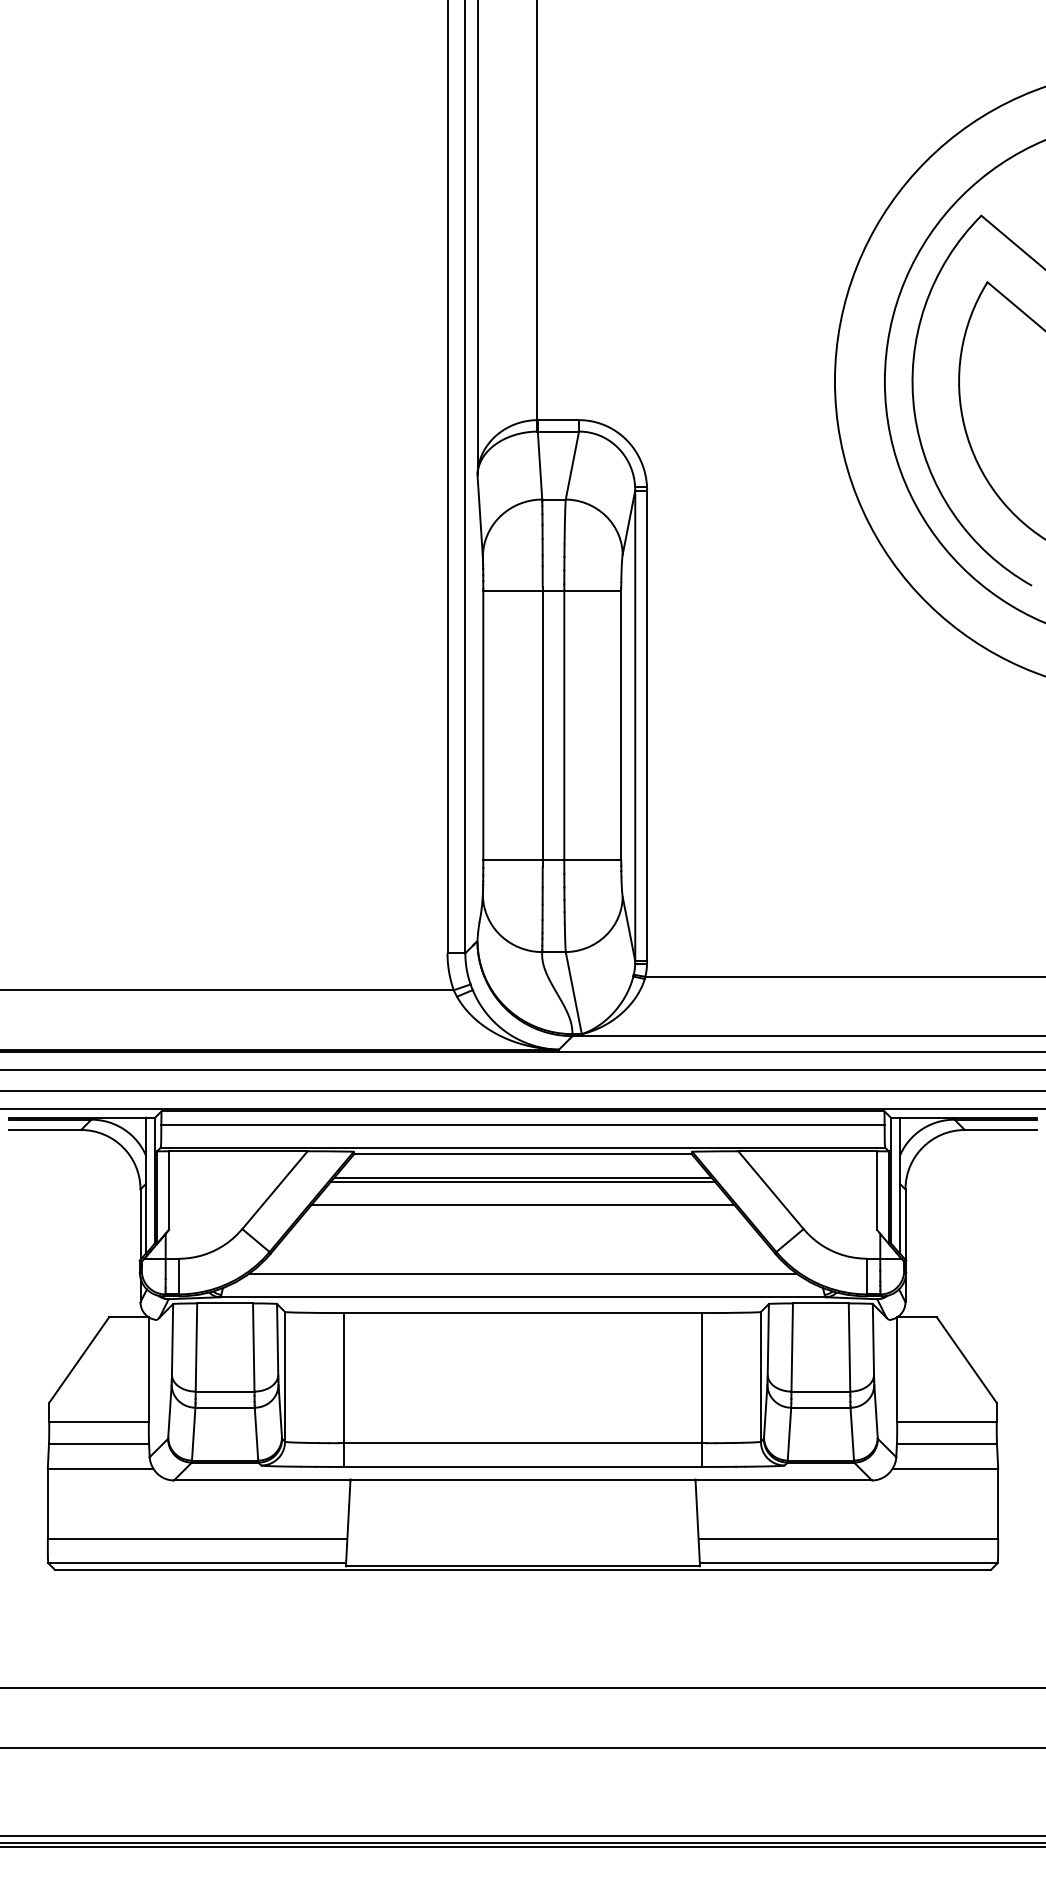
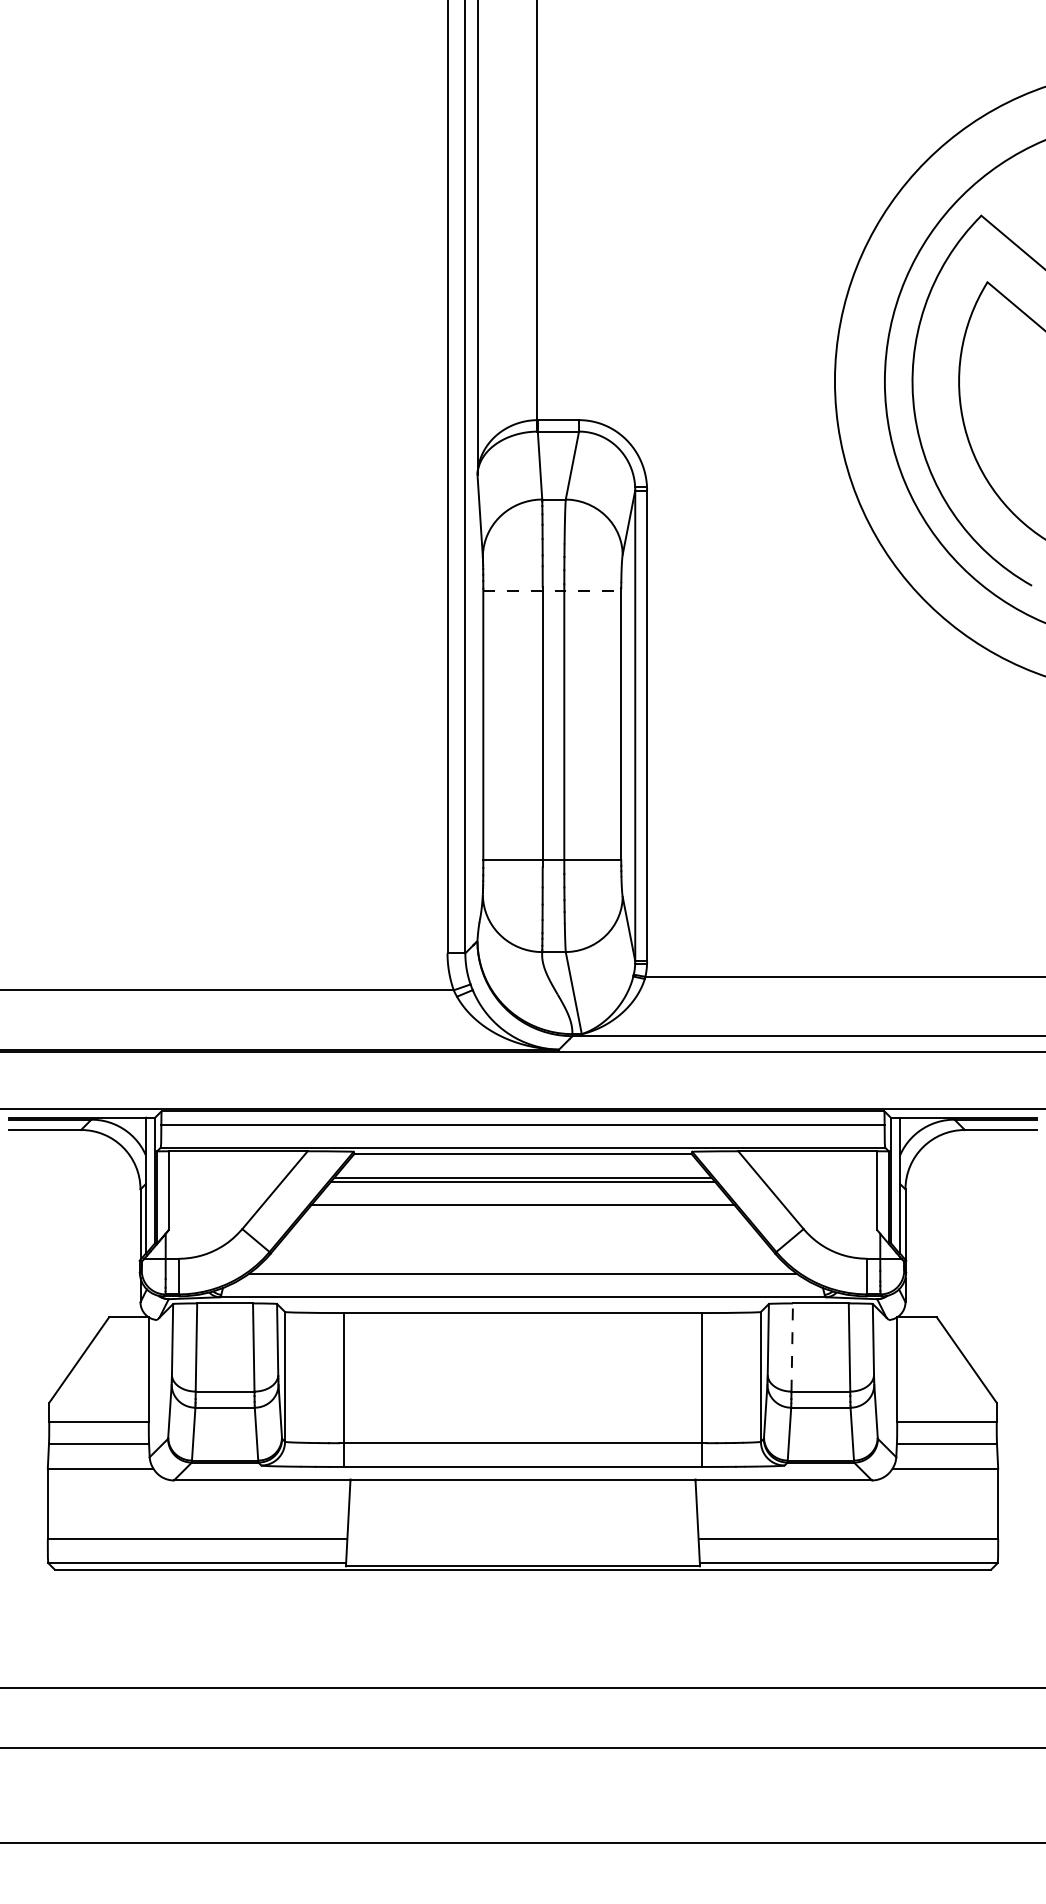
line at (552, 591): solid -> dashed
line at (522, 1070): present -> none
line at (522, 1090): present -> none
line at (792, 1347): solid -> dashed
line at (522, 1835): present -> none
line at (522, 1846): present -> none
